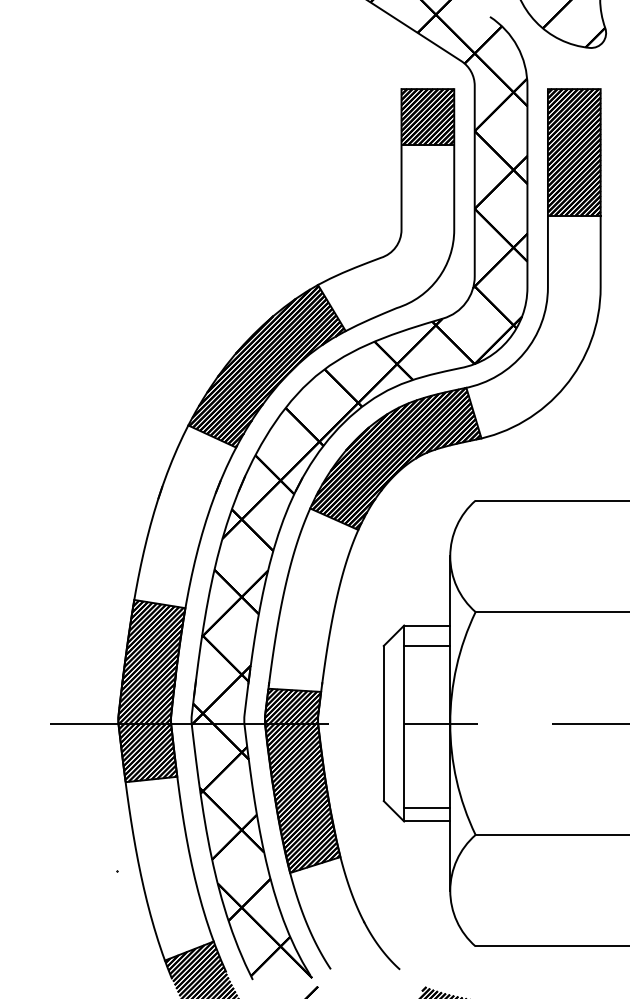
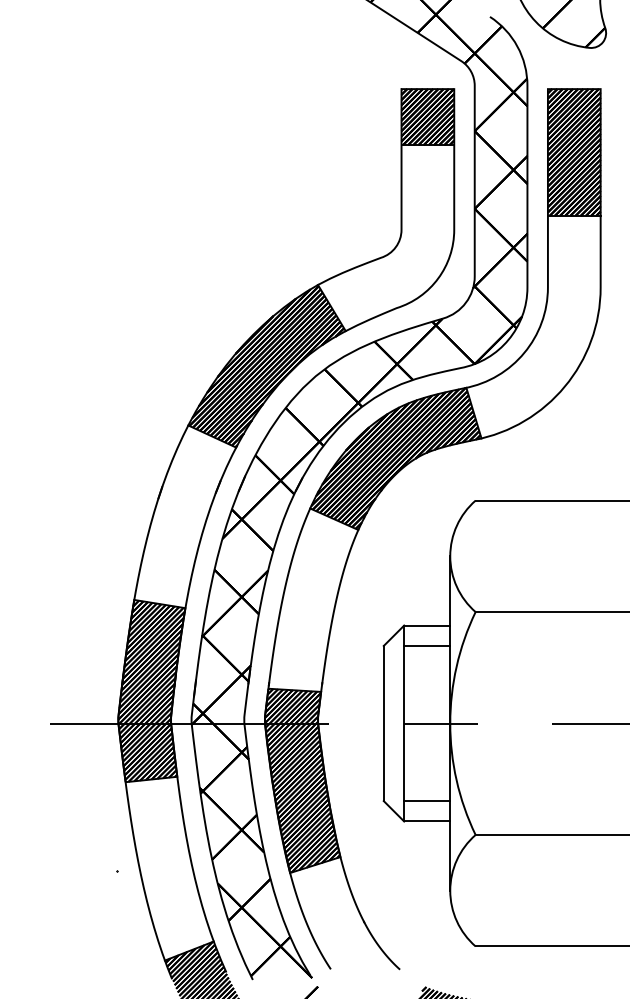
line at (427, 808) position: (427, 808) -> (427, 801)
